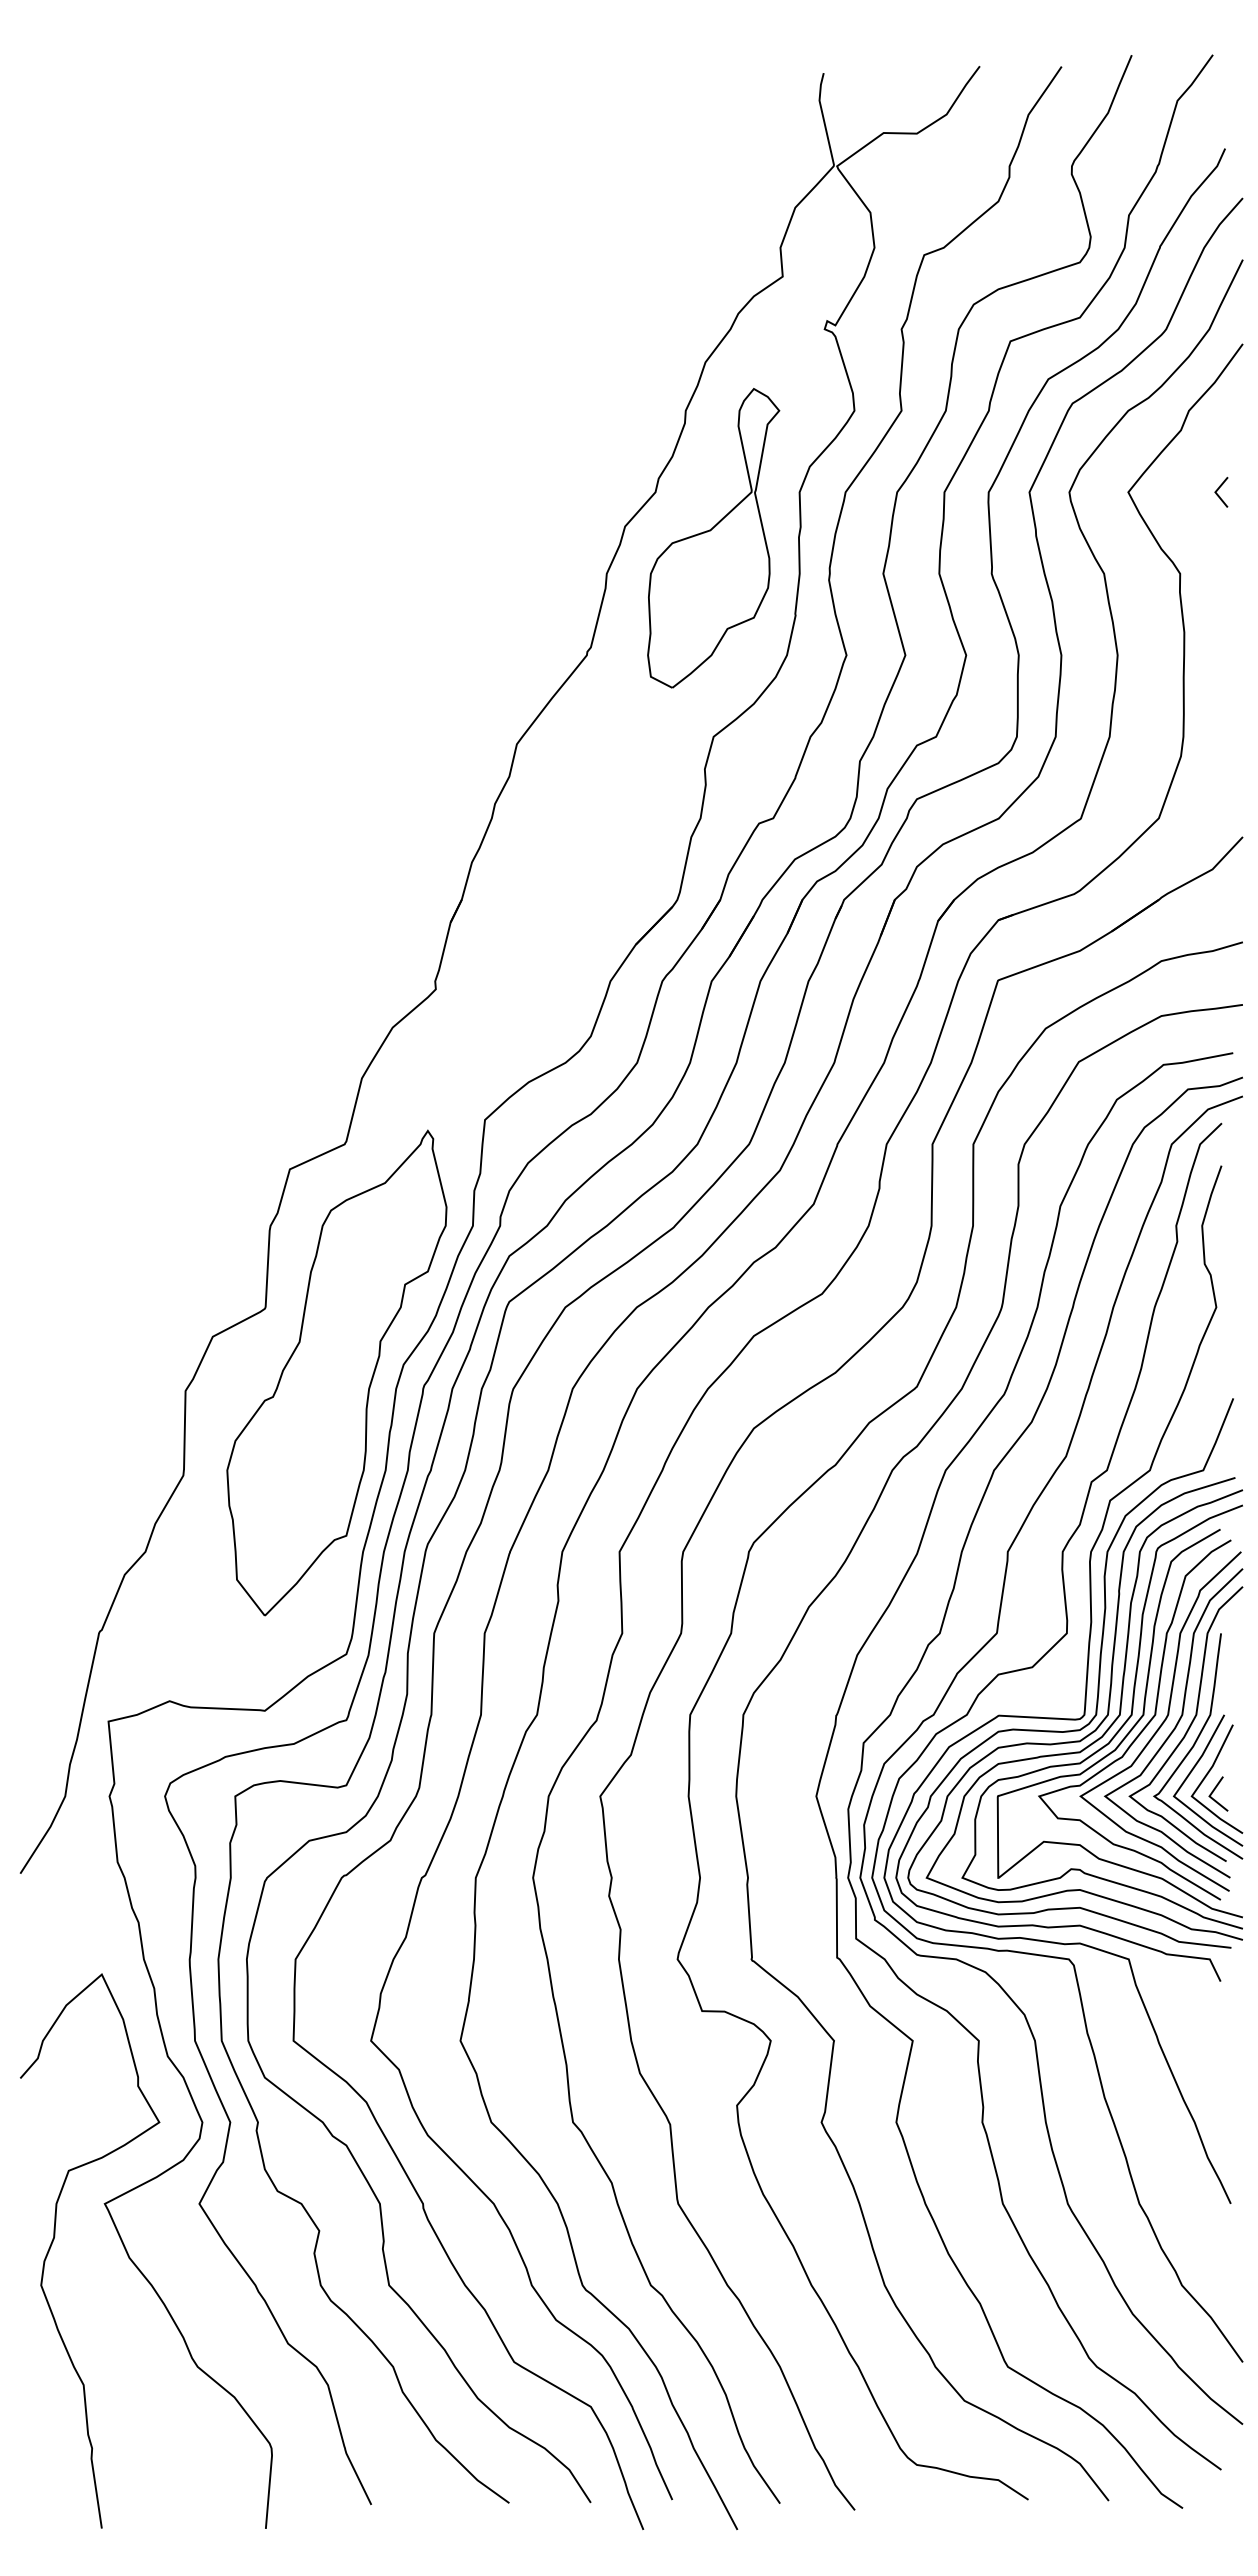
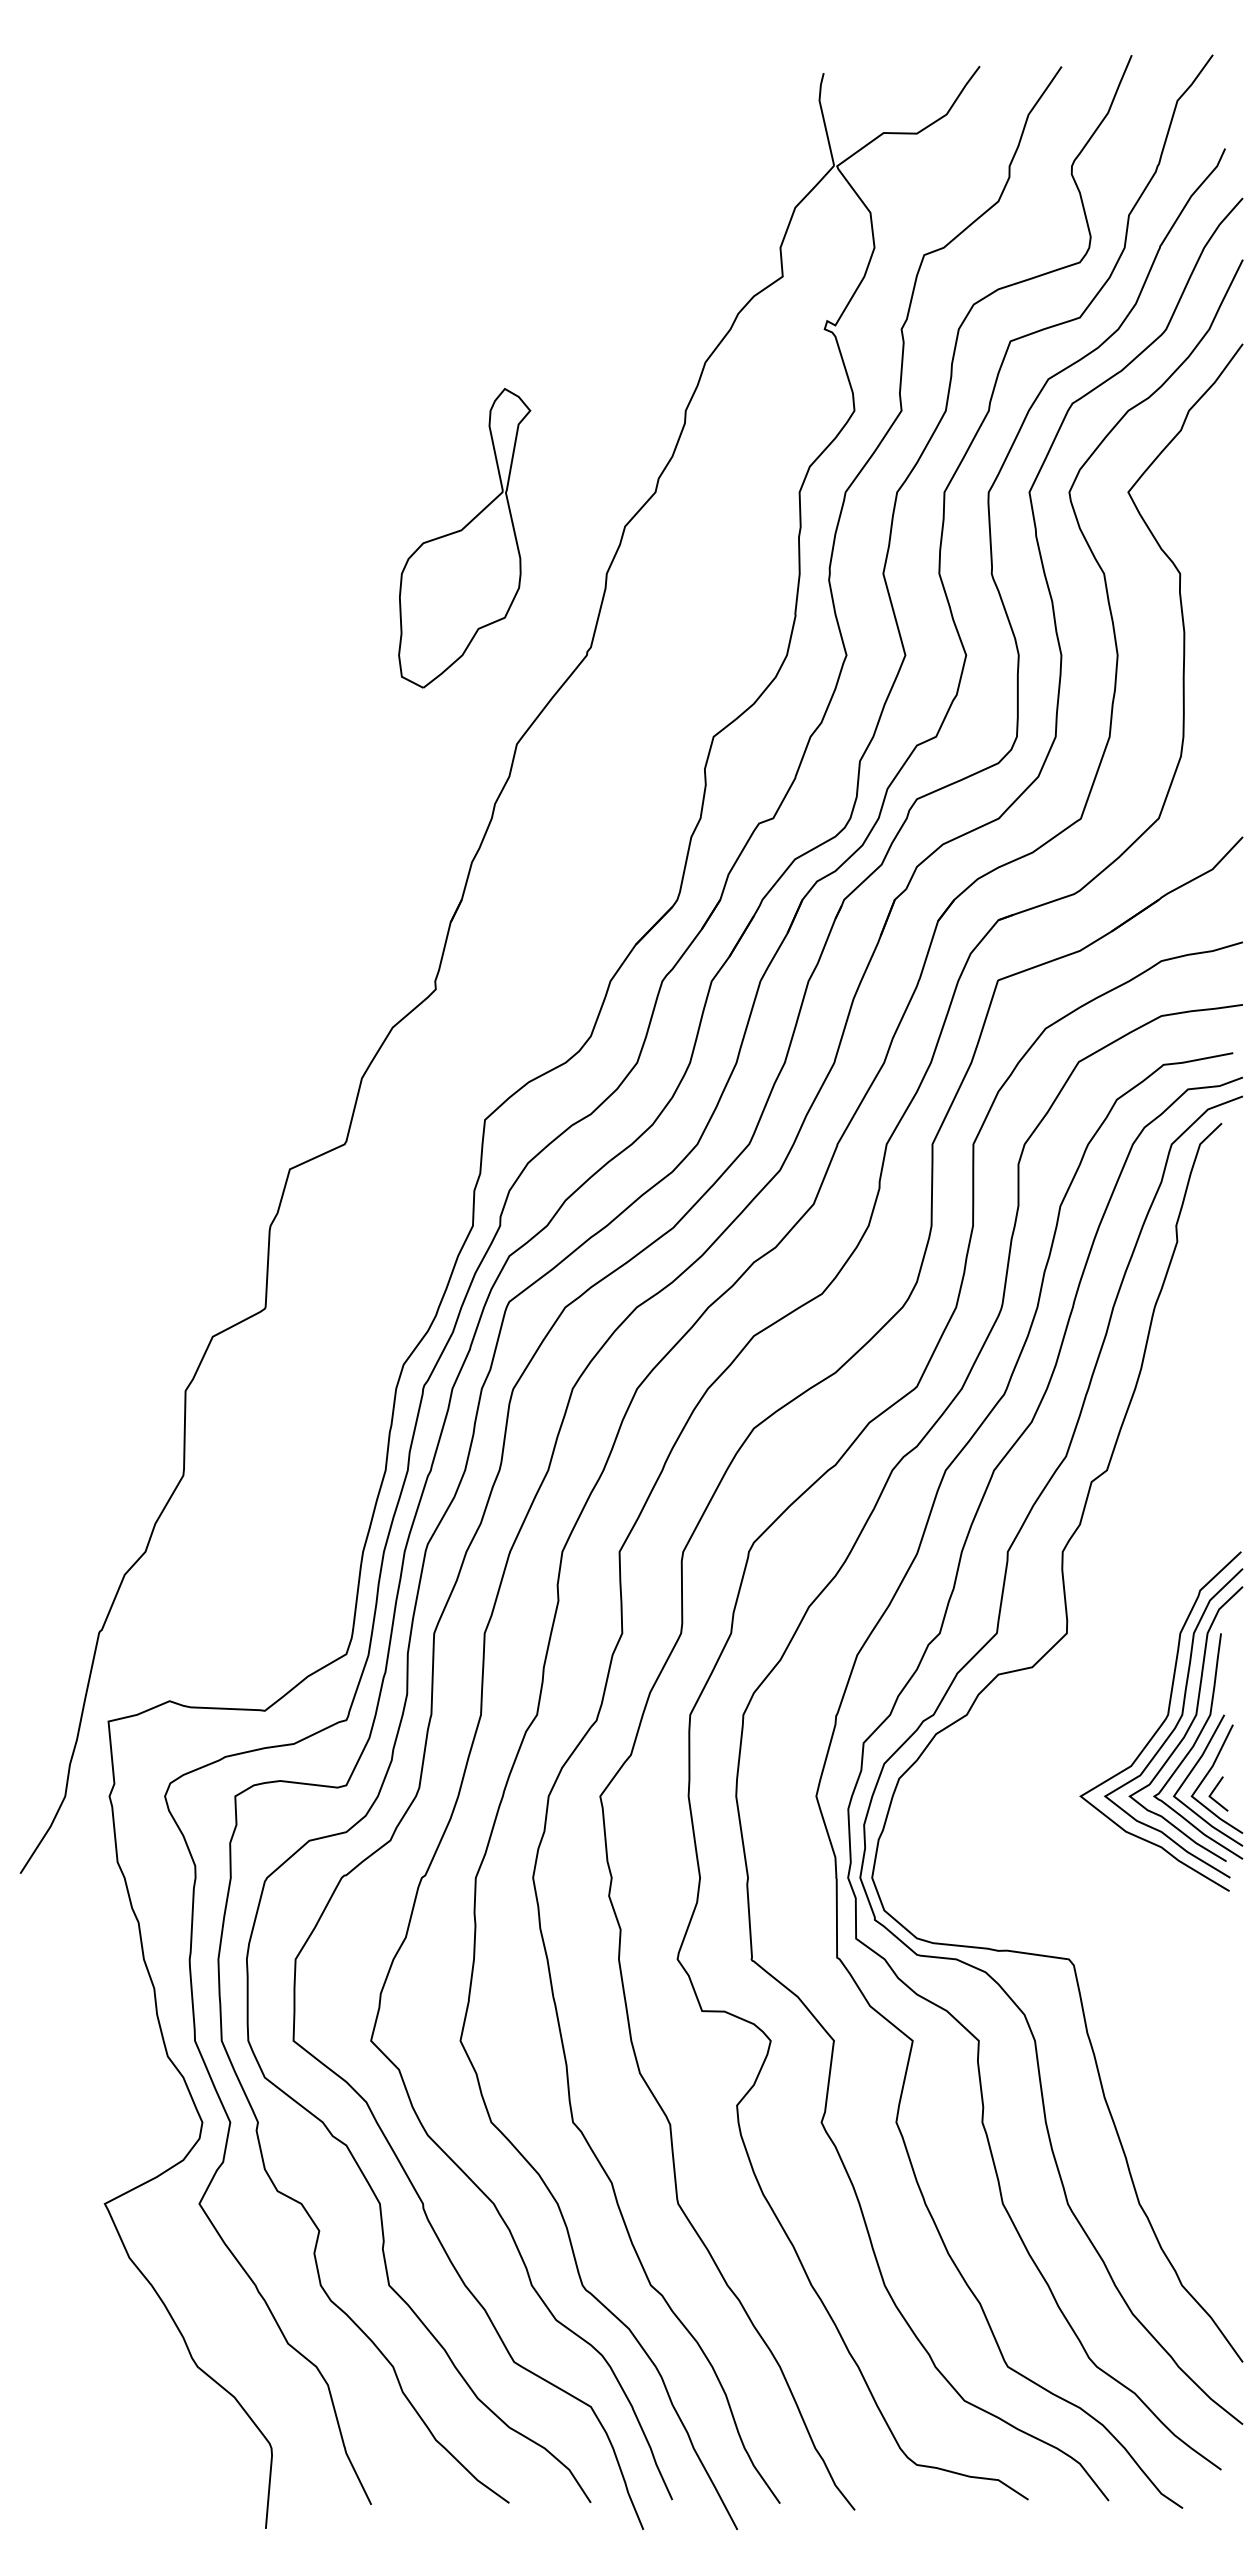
line at (1218, 490): present -> none
part at (713, 538) position: (713, 538) -> (464, 538)
part at (336, 1372): present -> none
part at (1085, 1684): present -> none
curve at (54, 2239): present -> none
